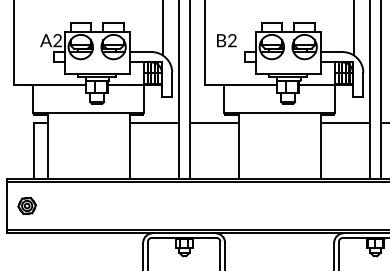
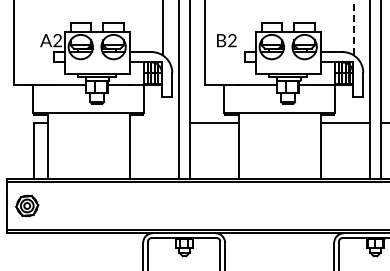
line at (353, 27): solid -> dashed
line at (154, 123): present -> none
part at (26, 205) size: 20x18 px -> 25x24 px
